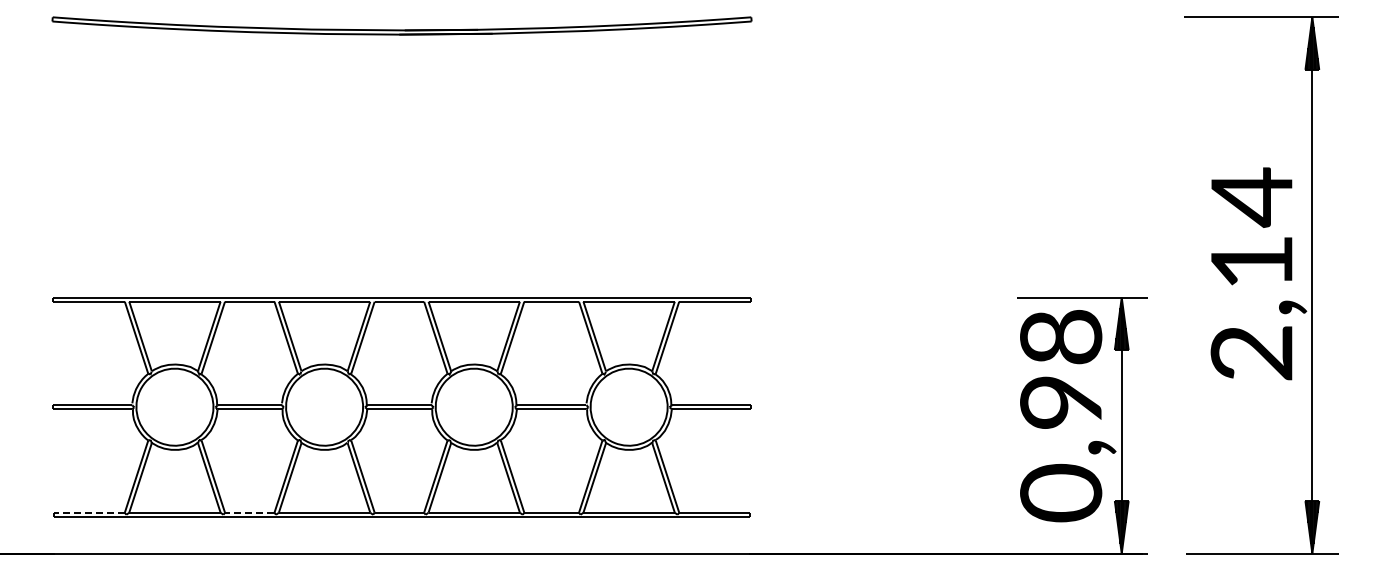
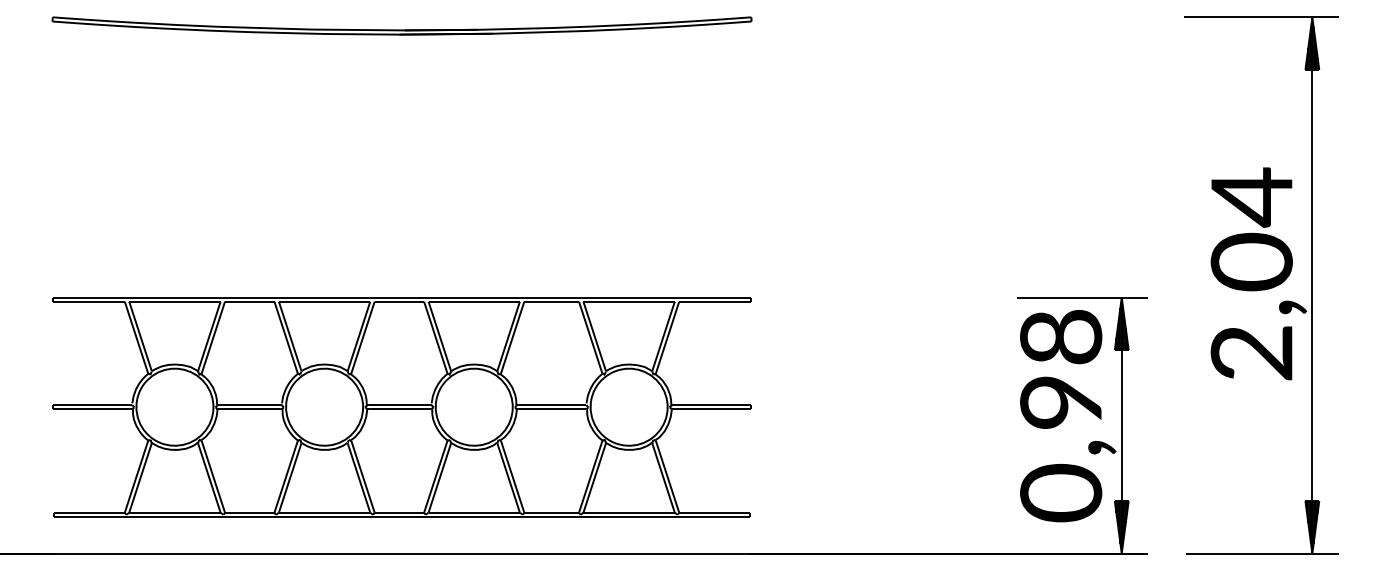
text at (1251, 261): 2,14 -> 2,04
line at (89, 512): dashed -> solid
line at (249, 512): dashed -> solid
